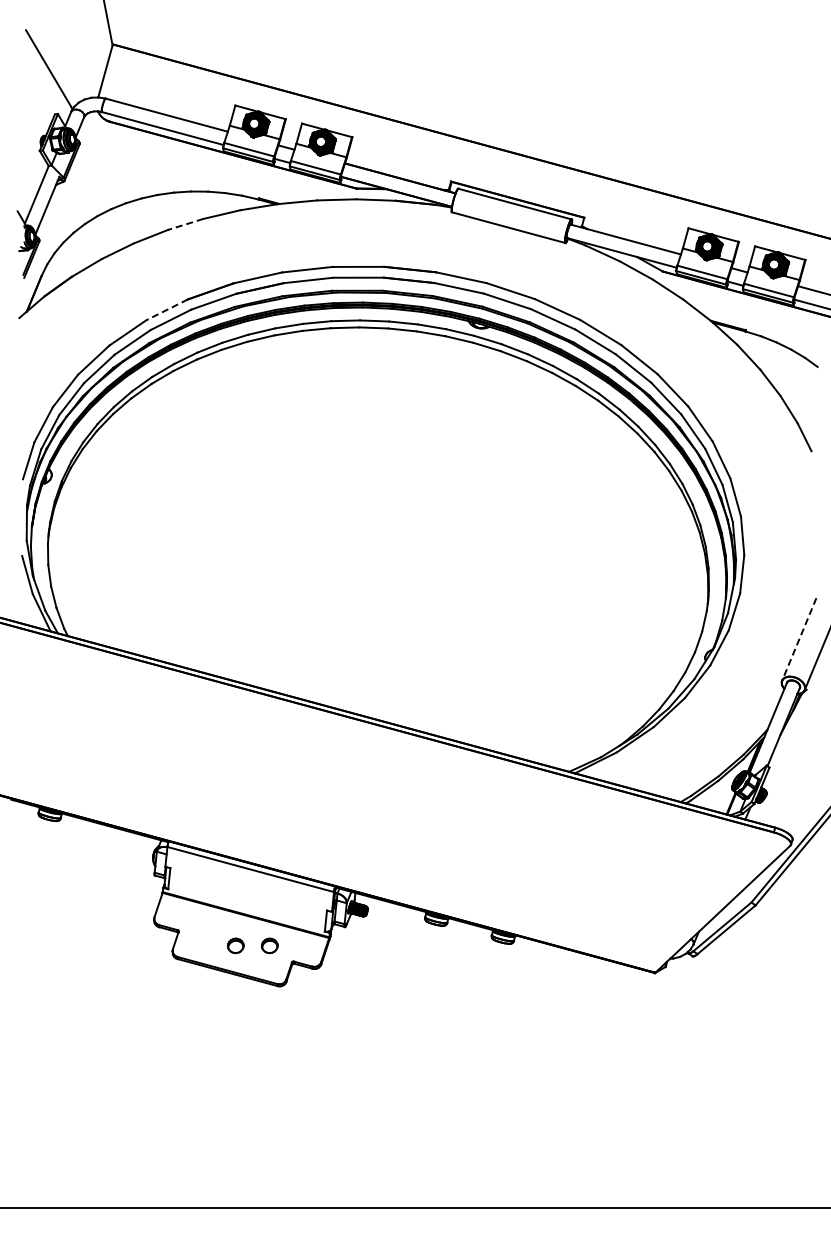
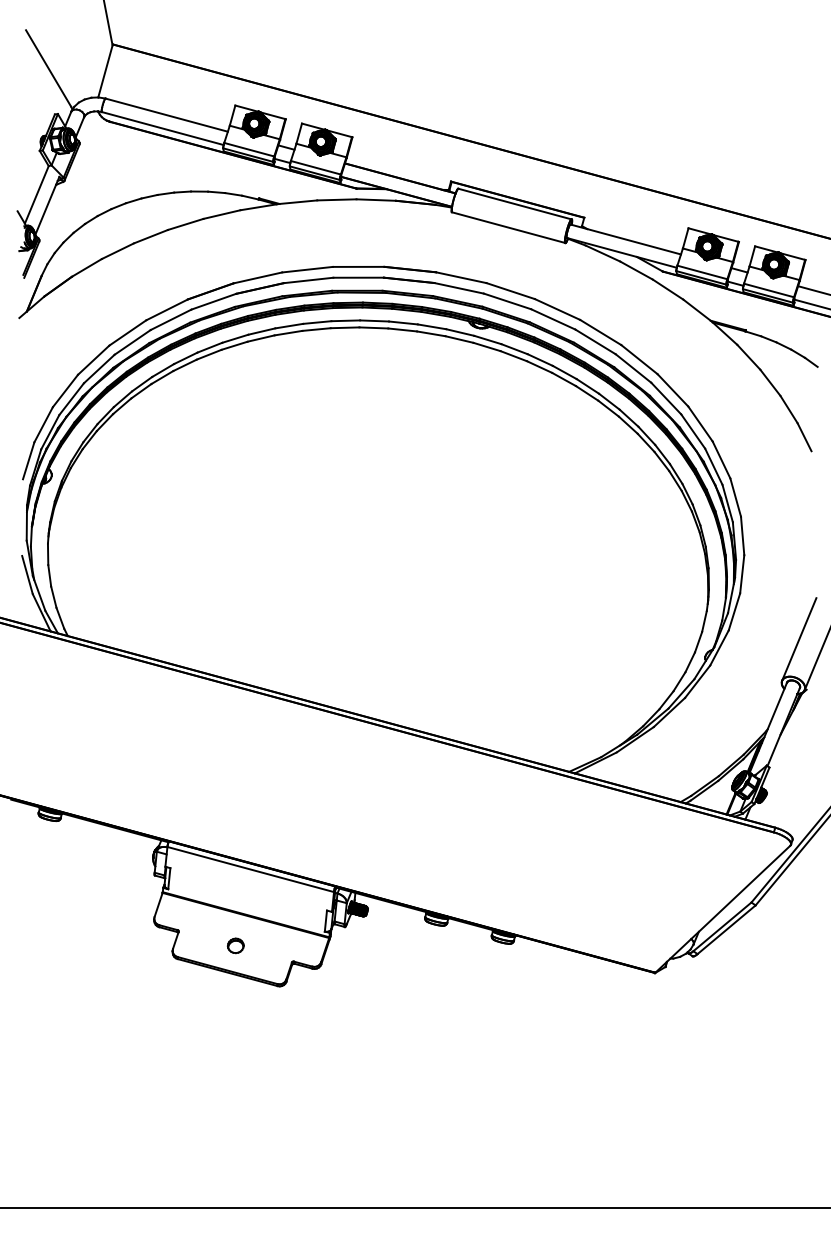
line at (185, 224): dashed -> solid
line at (166, 310): dashed -> solid
line at (799, 639): dashed -> solid
part at (269, 945): present -> none
